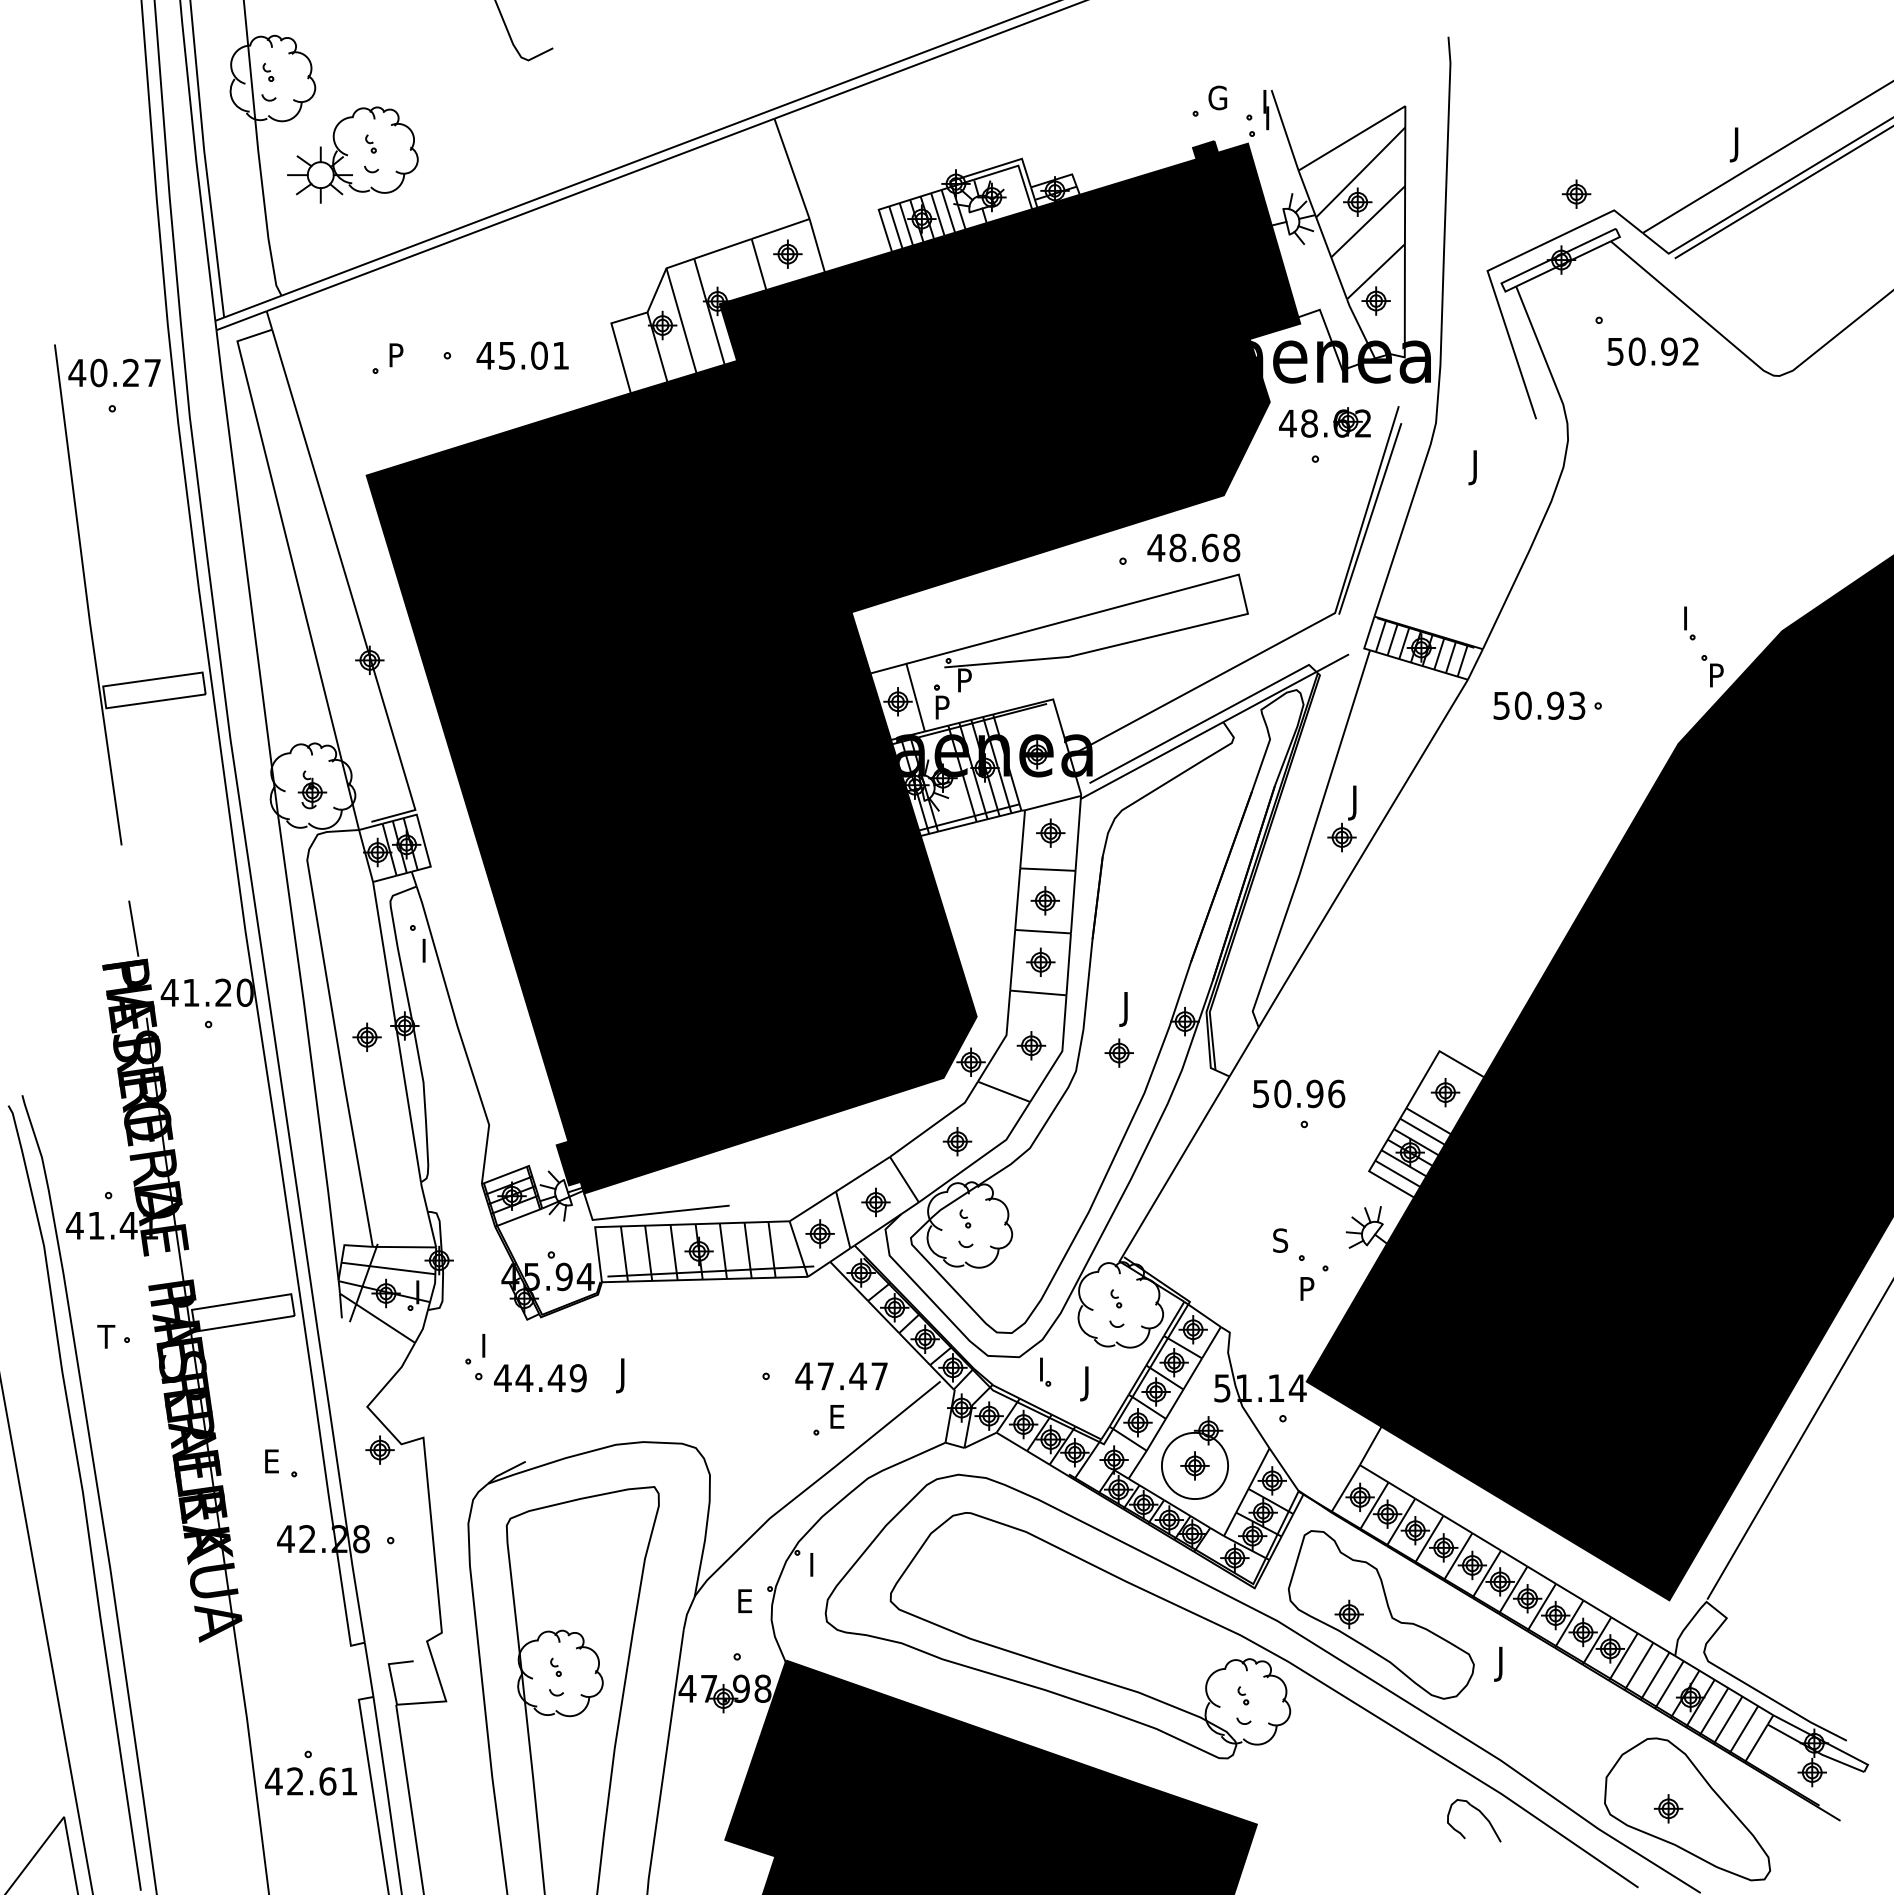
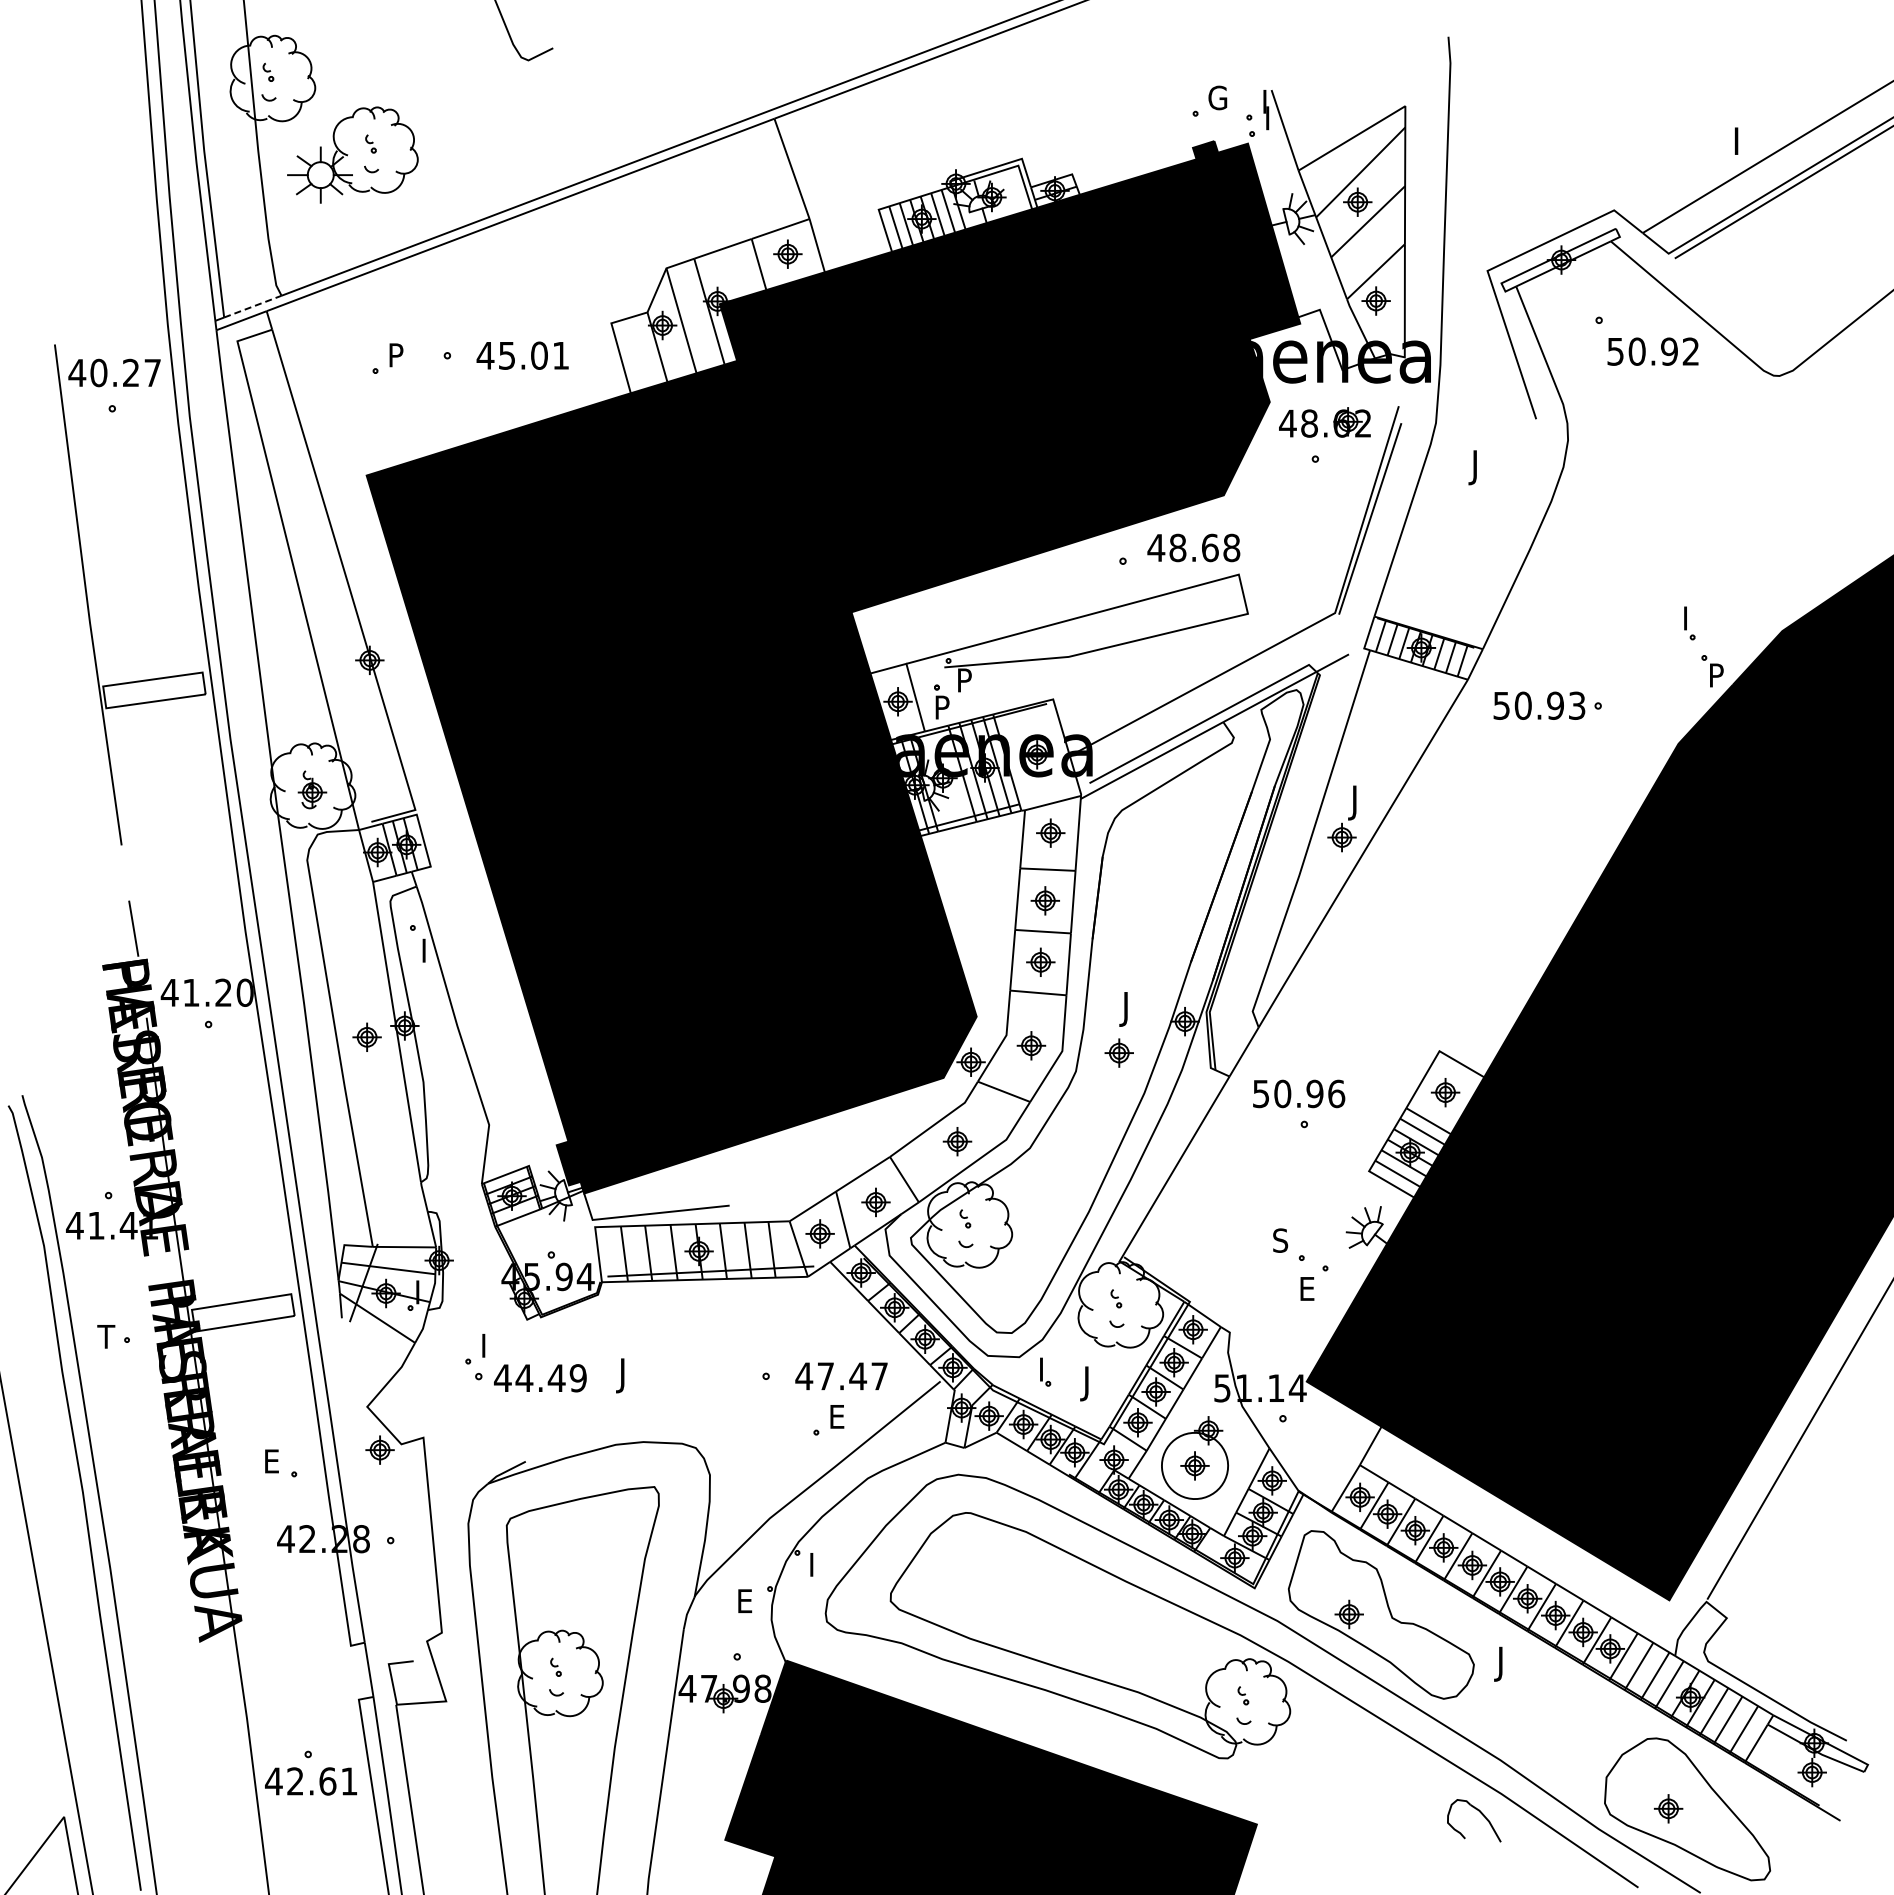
text at (1733, 158): J -> I
part at (1576, 193): present -> none
line at (252, 306): solid -> dashed
text at (1308, 1288): P -> E
